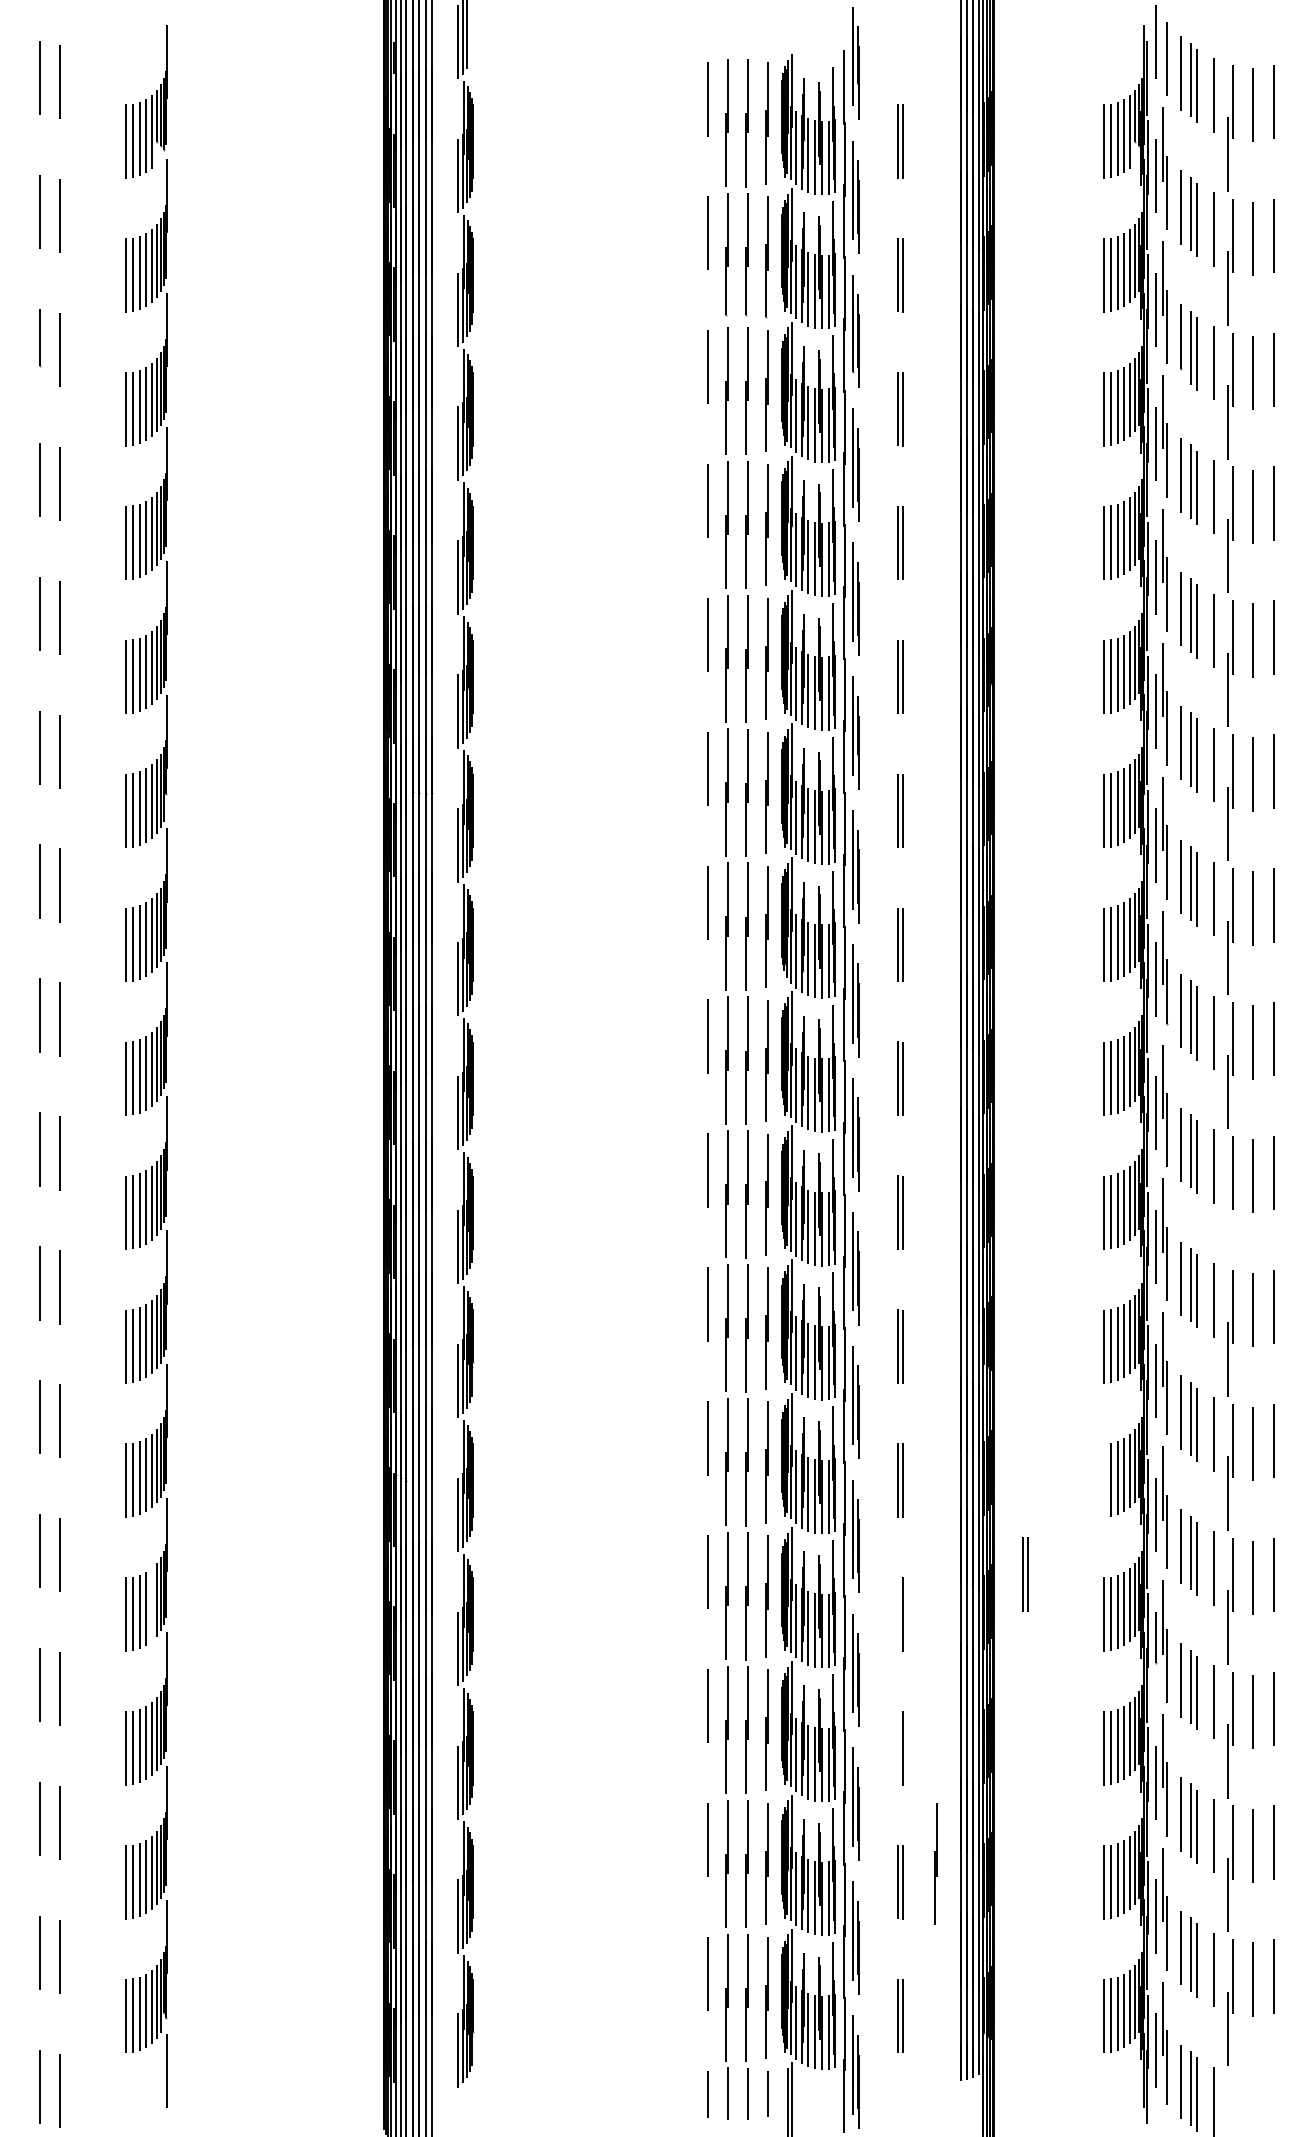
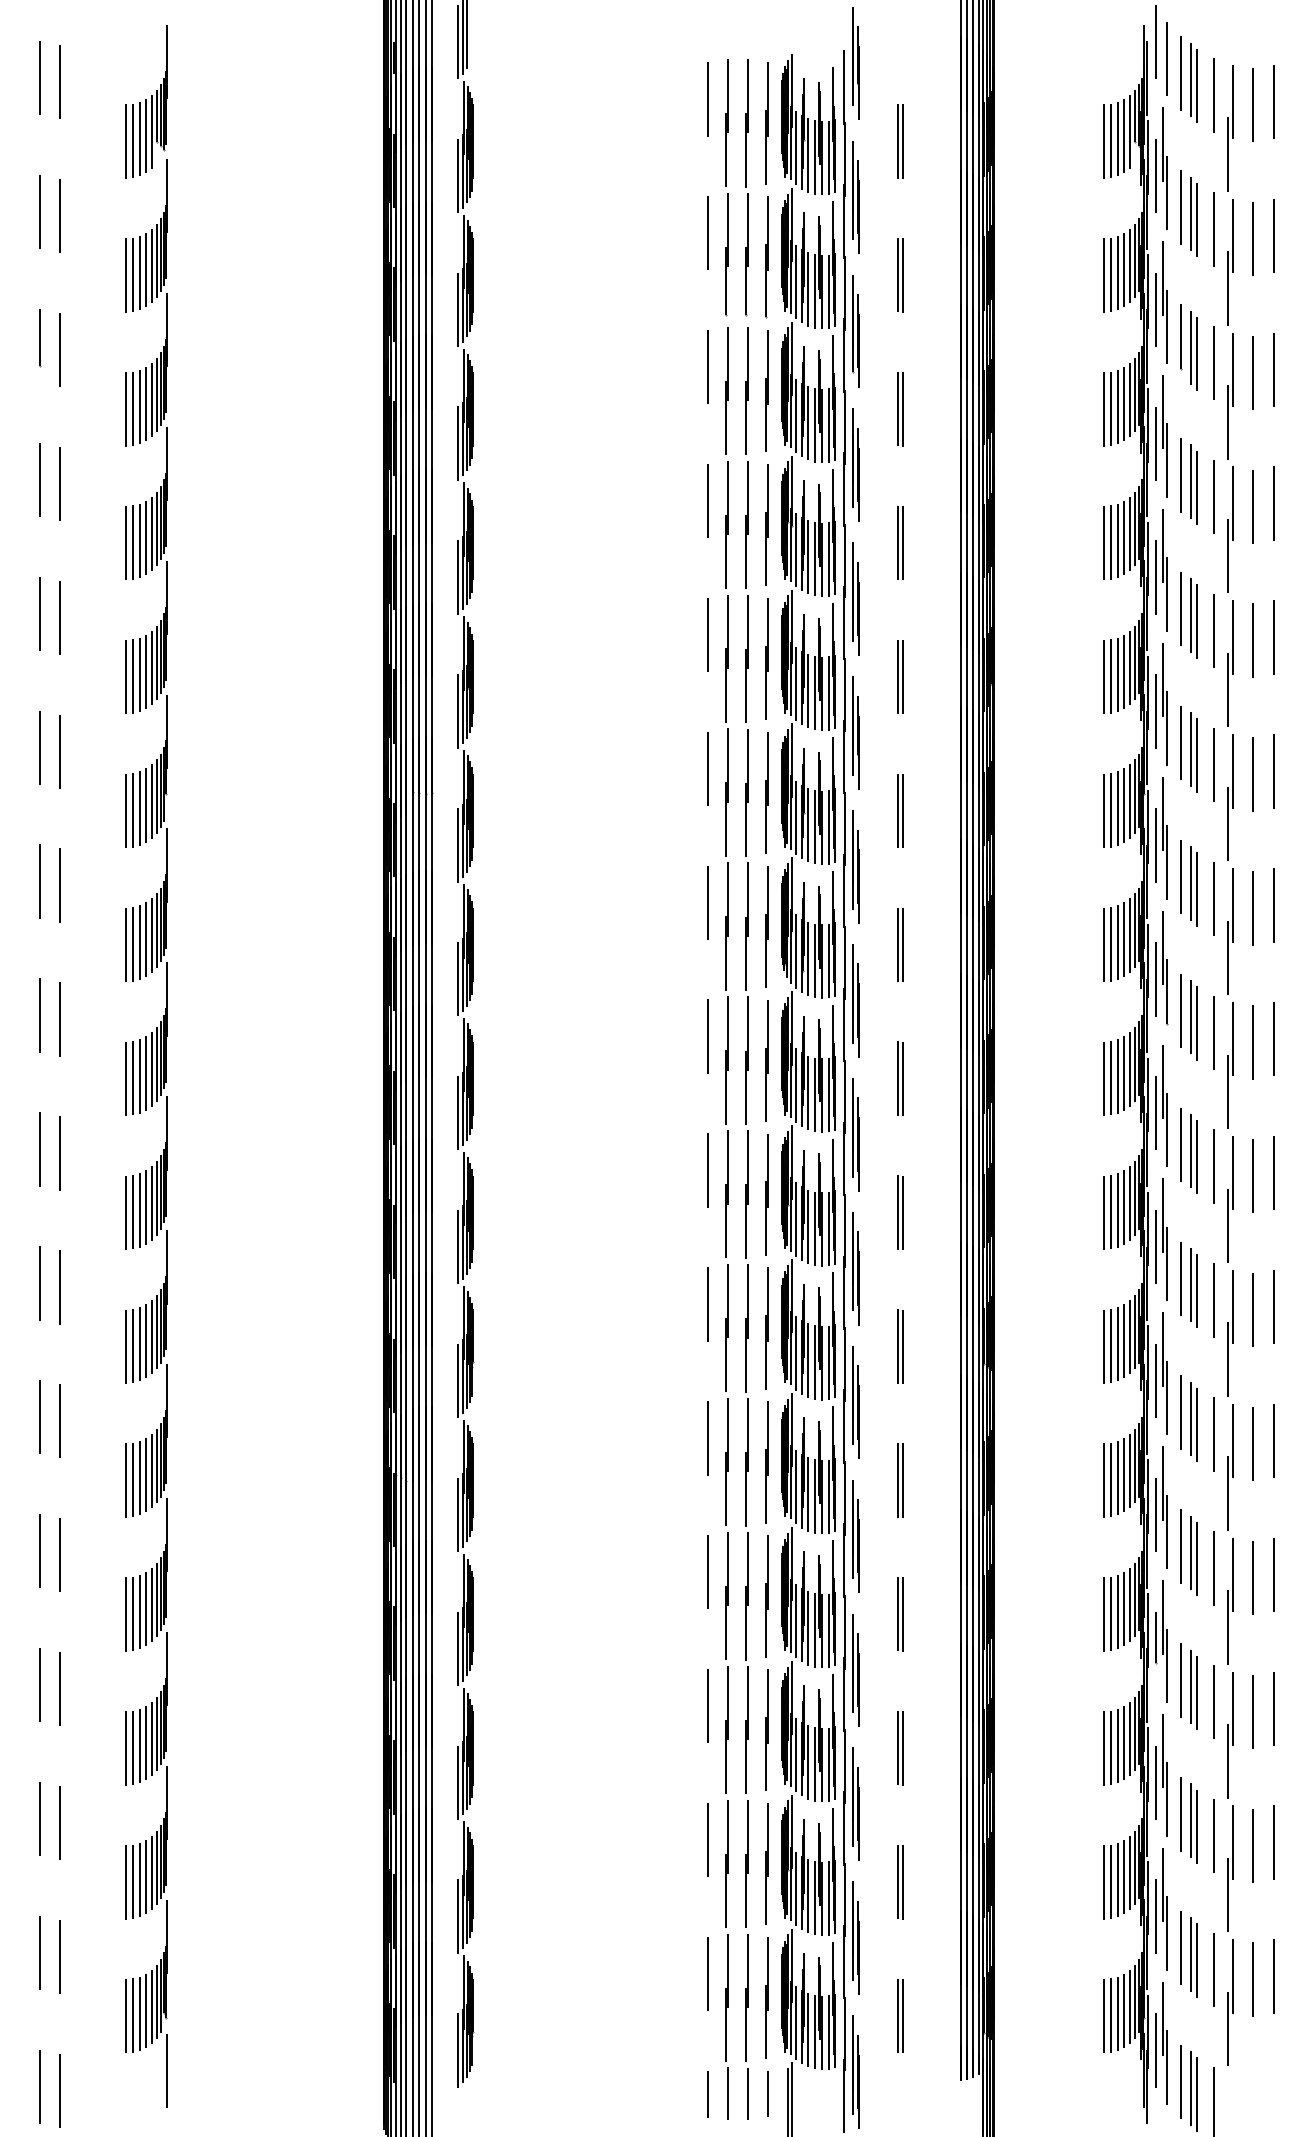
line at (1228, 1225): none -> present
line at (1103, 1480): none -> present
part at (1025, 1574): present -> none
line at (152, 1604): none -> present
line at (898, 1614): none -> present
line at (898, 1747): none -> present
part at (935, 1863): present -> none
